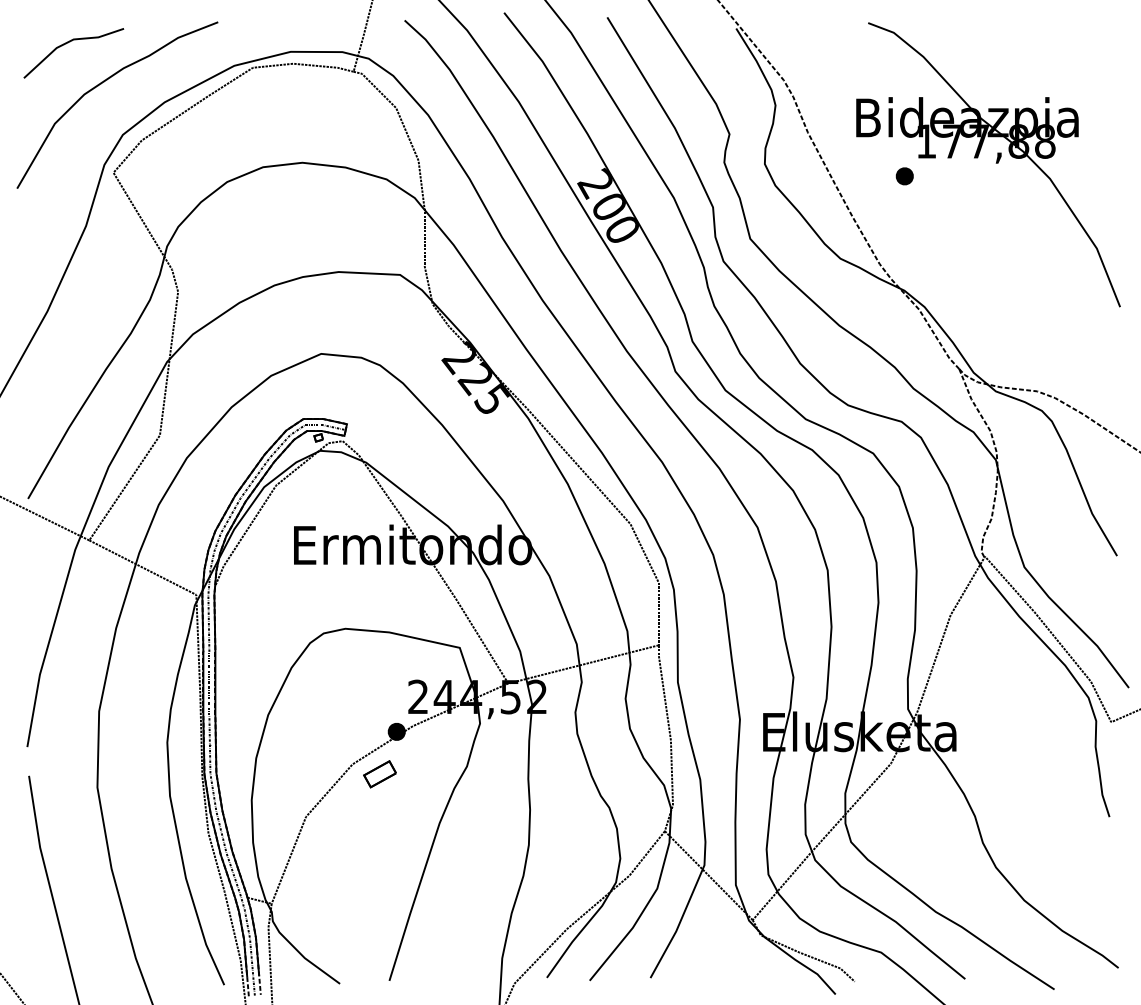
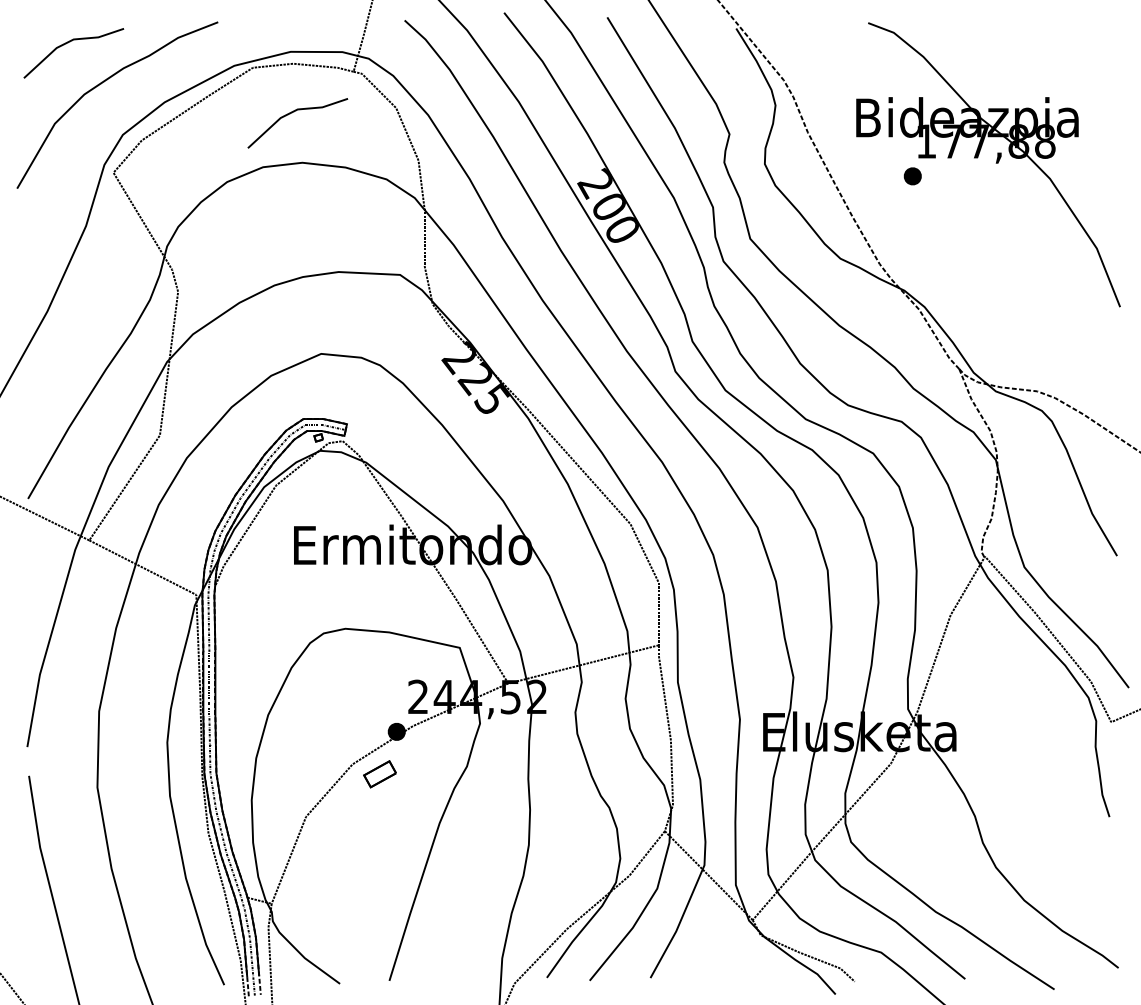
line at (292, 113): none -> present
part at (904, 176) position: (904, 176) -> (912, 176)
